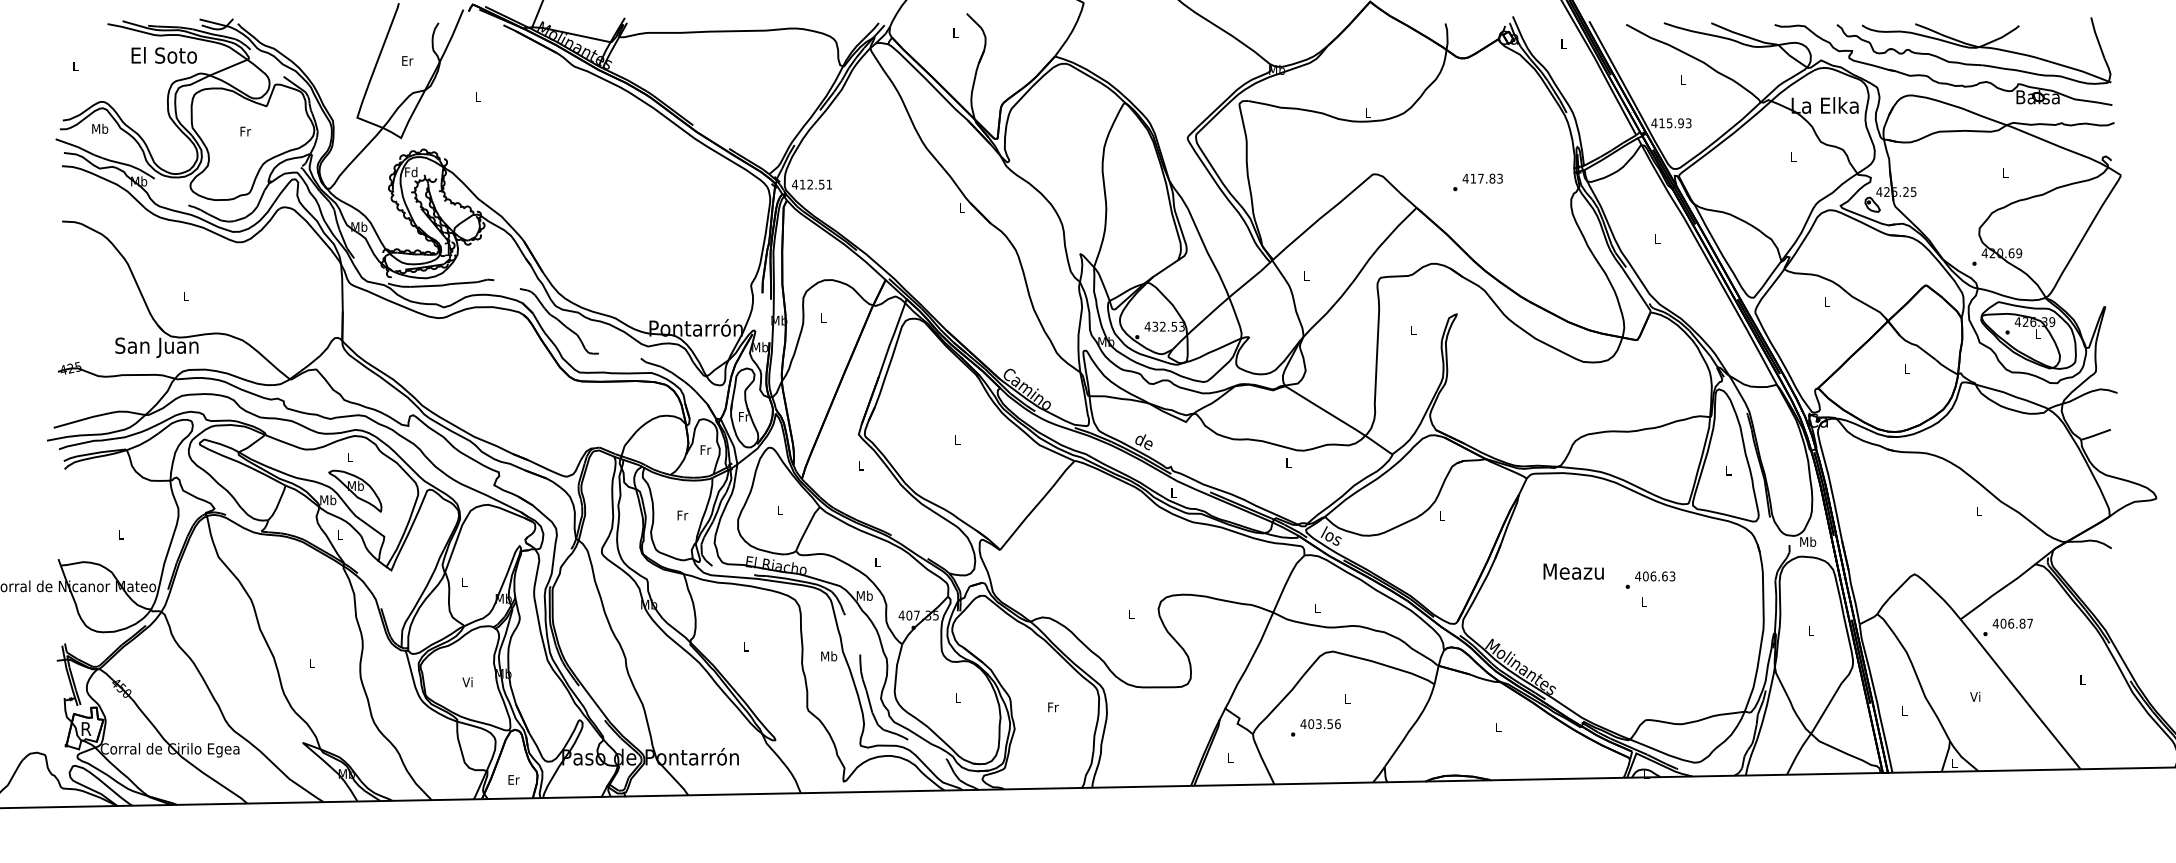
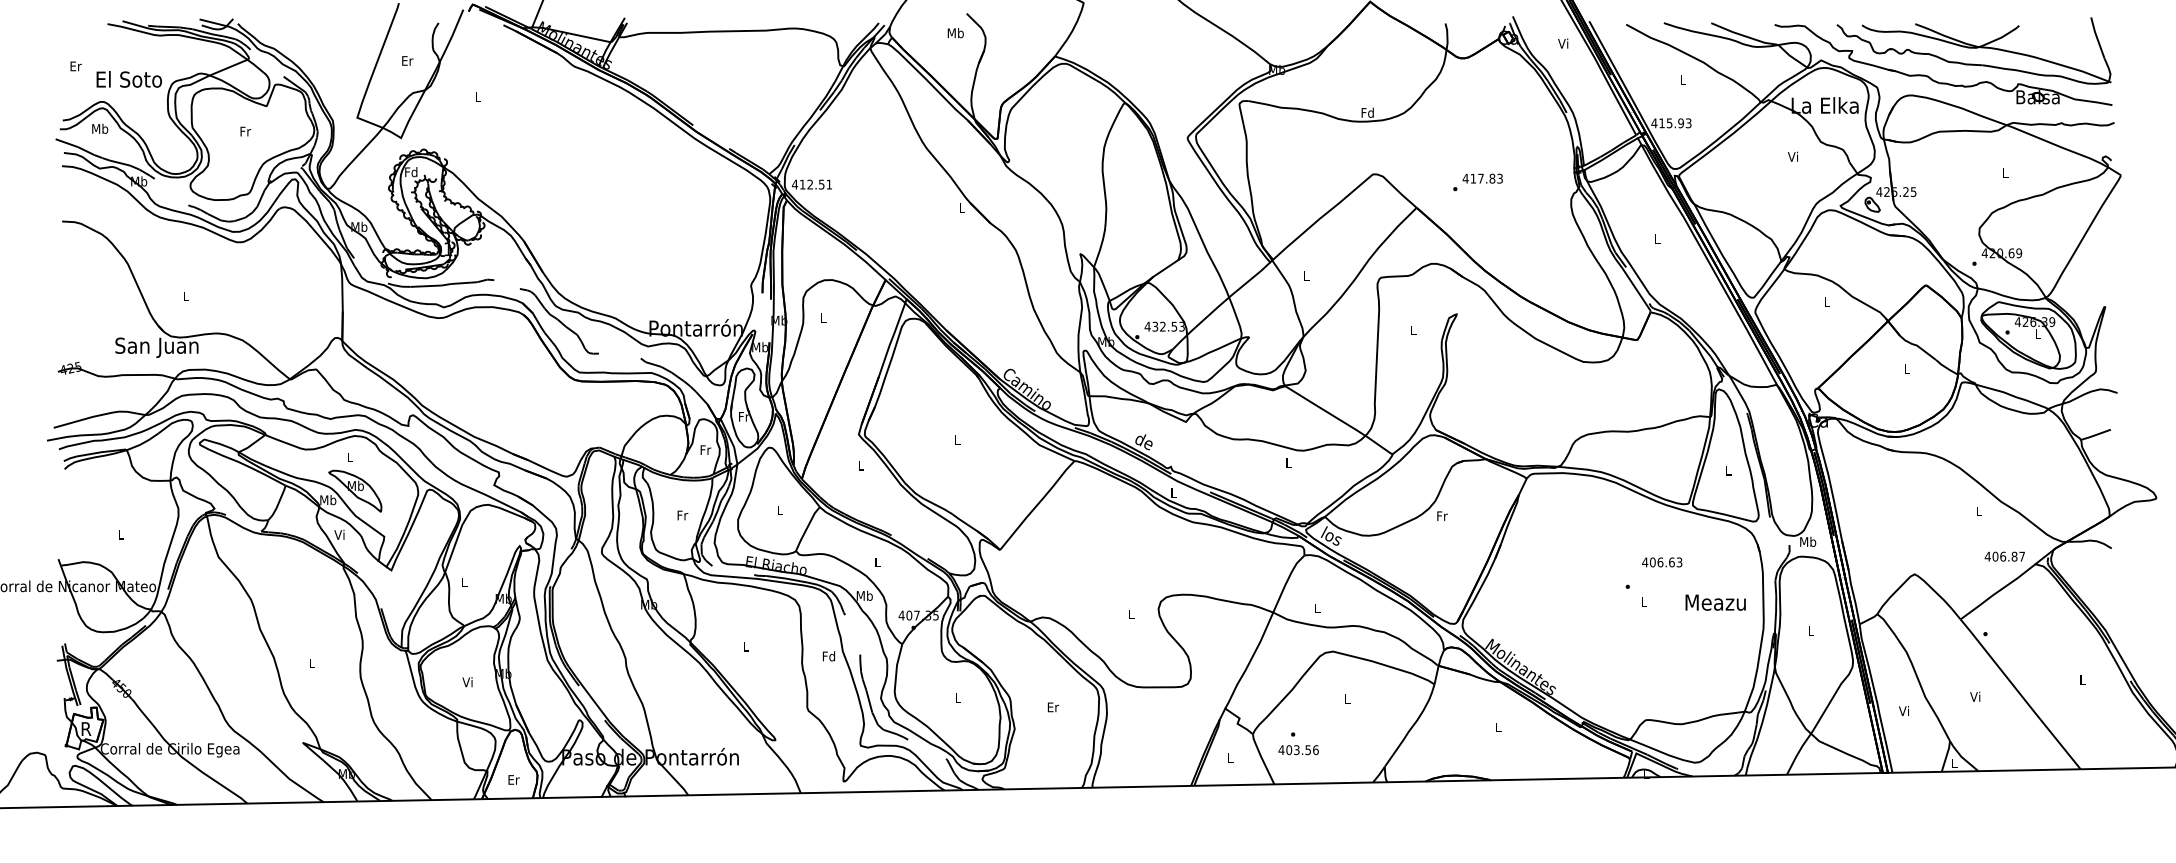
text at (955, 33): L -> Mb
text at (1563, 43): L -> Vi
text at (163, 55) position: (163, 55) -> (128, 79)
text at (75, 66): L -> Er
text at (1367, 112): L -> Fd
text at (1792, 156): L -> Vi
text at (1442, 515): L -> Fr
text at (339, 534): L -> Vi
text at (1573, 571) position: (1573, 571) -> (1715, 602)
text at (1655, 576) position: (1655, 576) -> (1662, 562)
text at (2012, 623) position: (2012, 623) -> (2004, 556)
text at (829, 656): Mb -> Fd
text at (1053, 707): Fr -> Er
text at (1903, 710): L -> Vi
text at (1320, 724) position: (1320, 724) -> (1298, 750)
